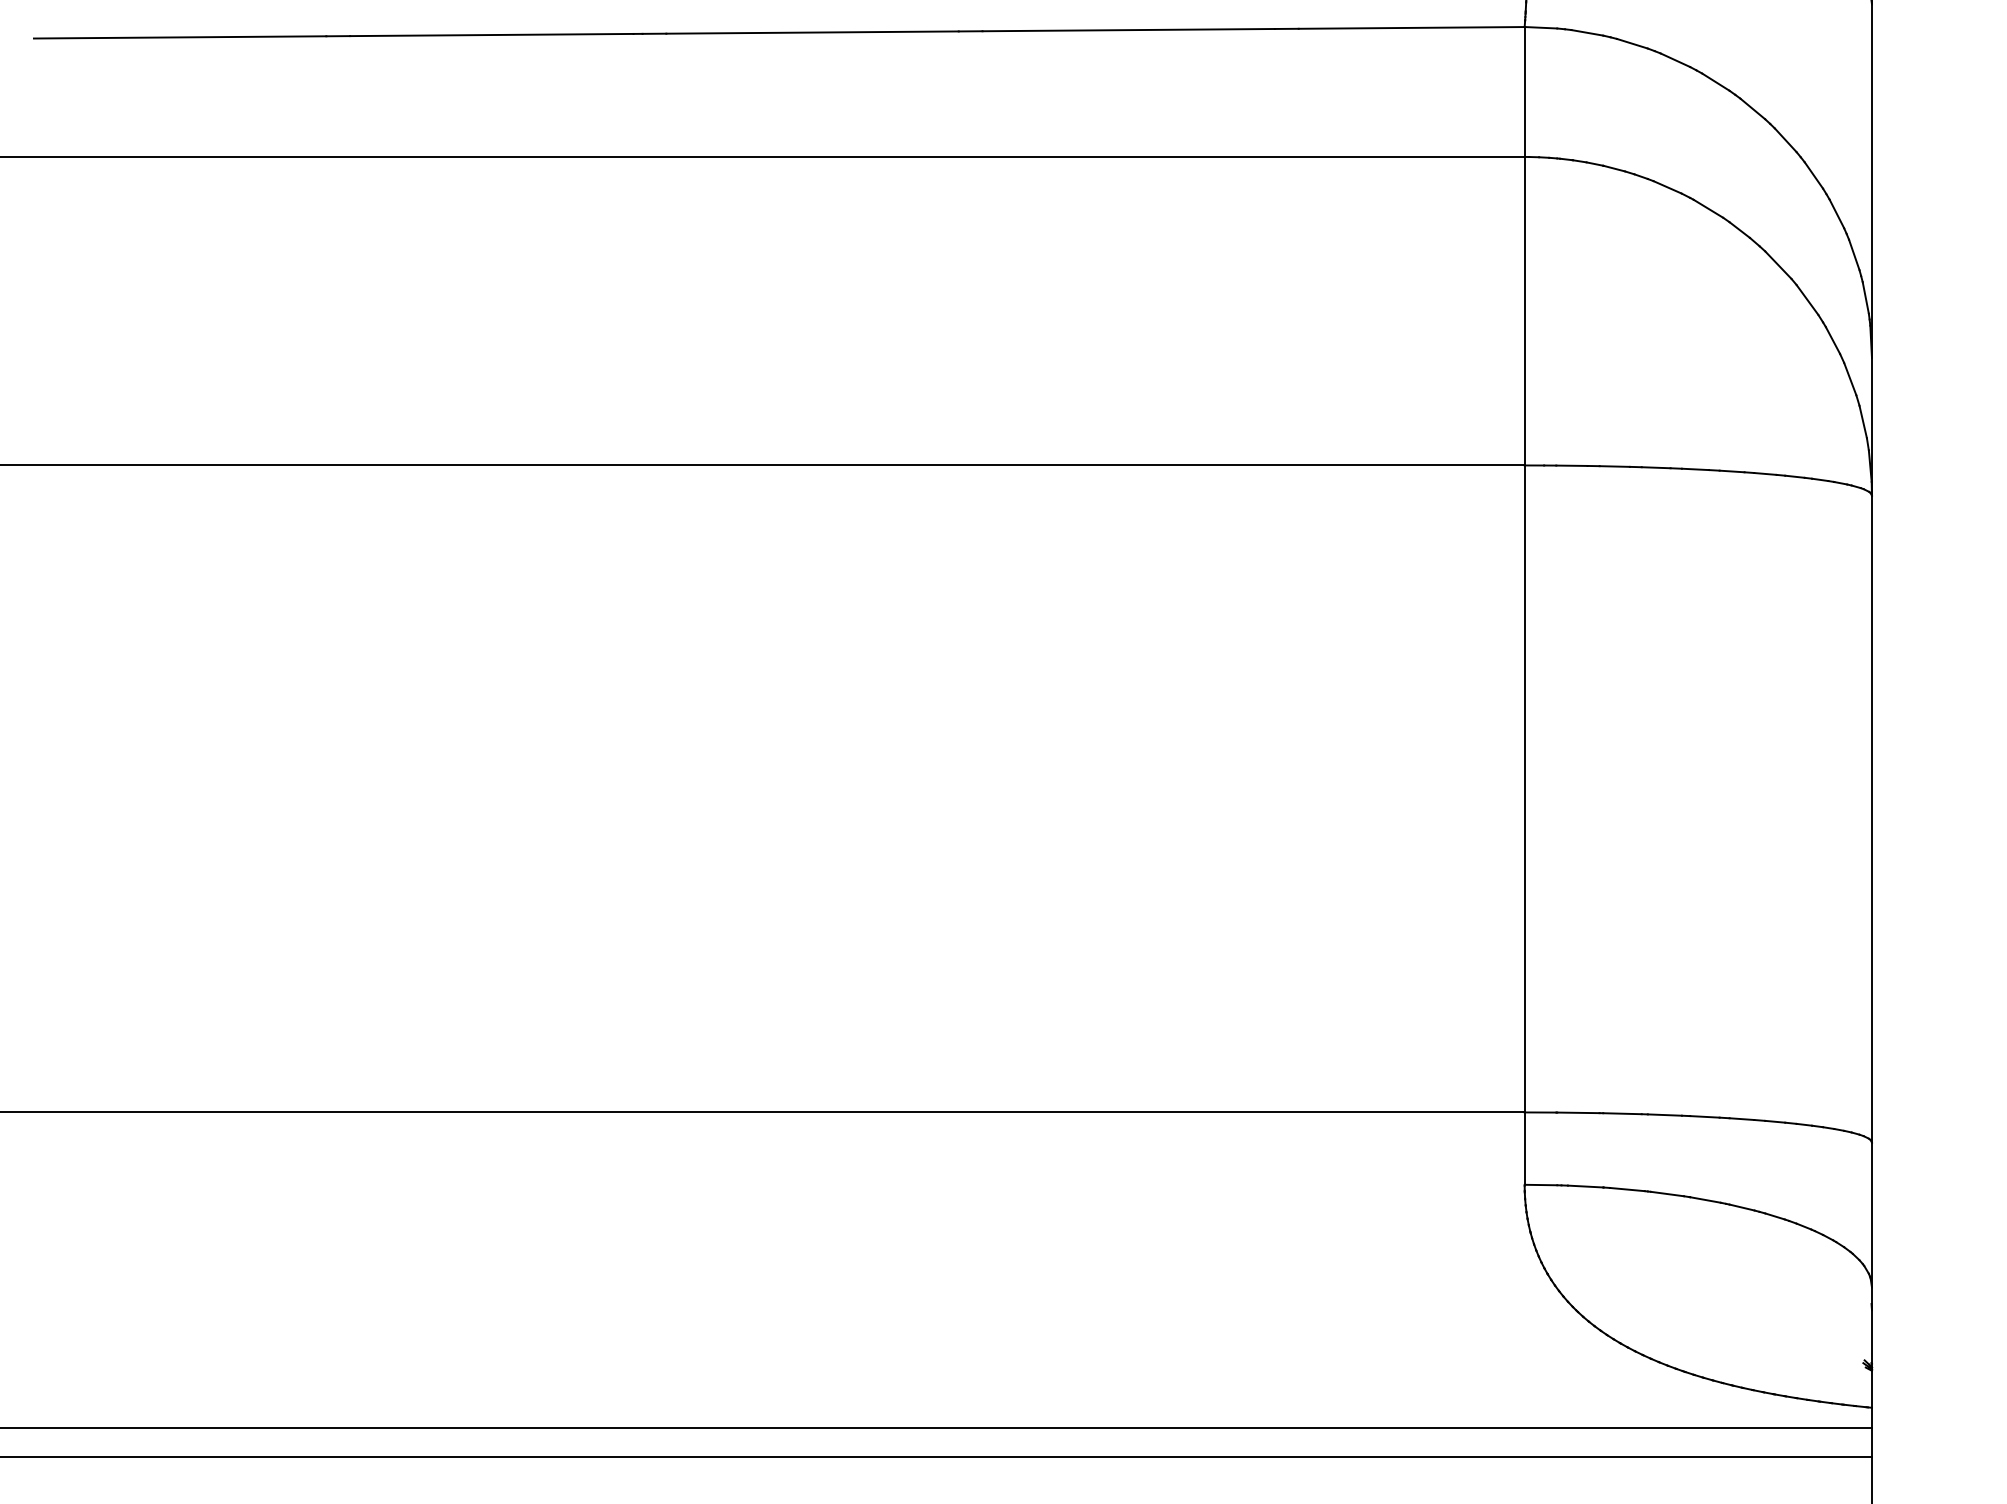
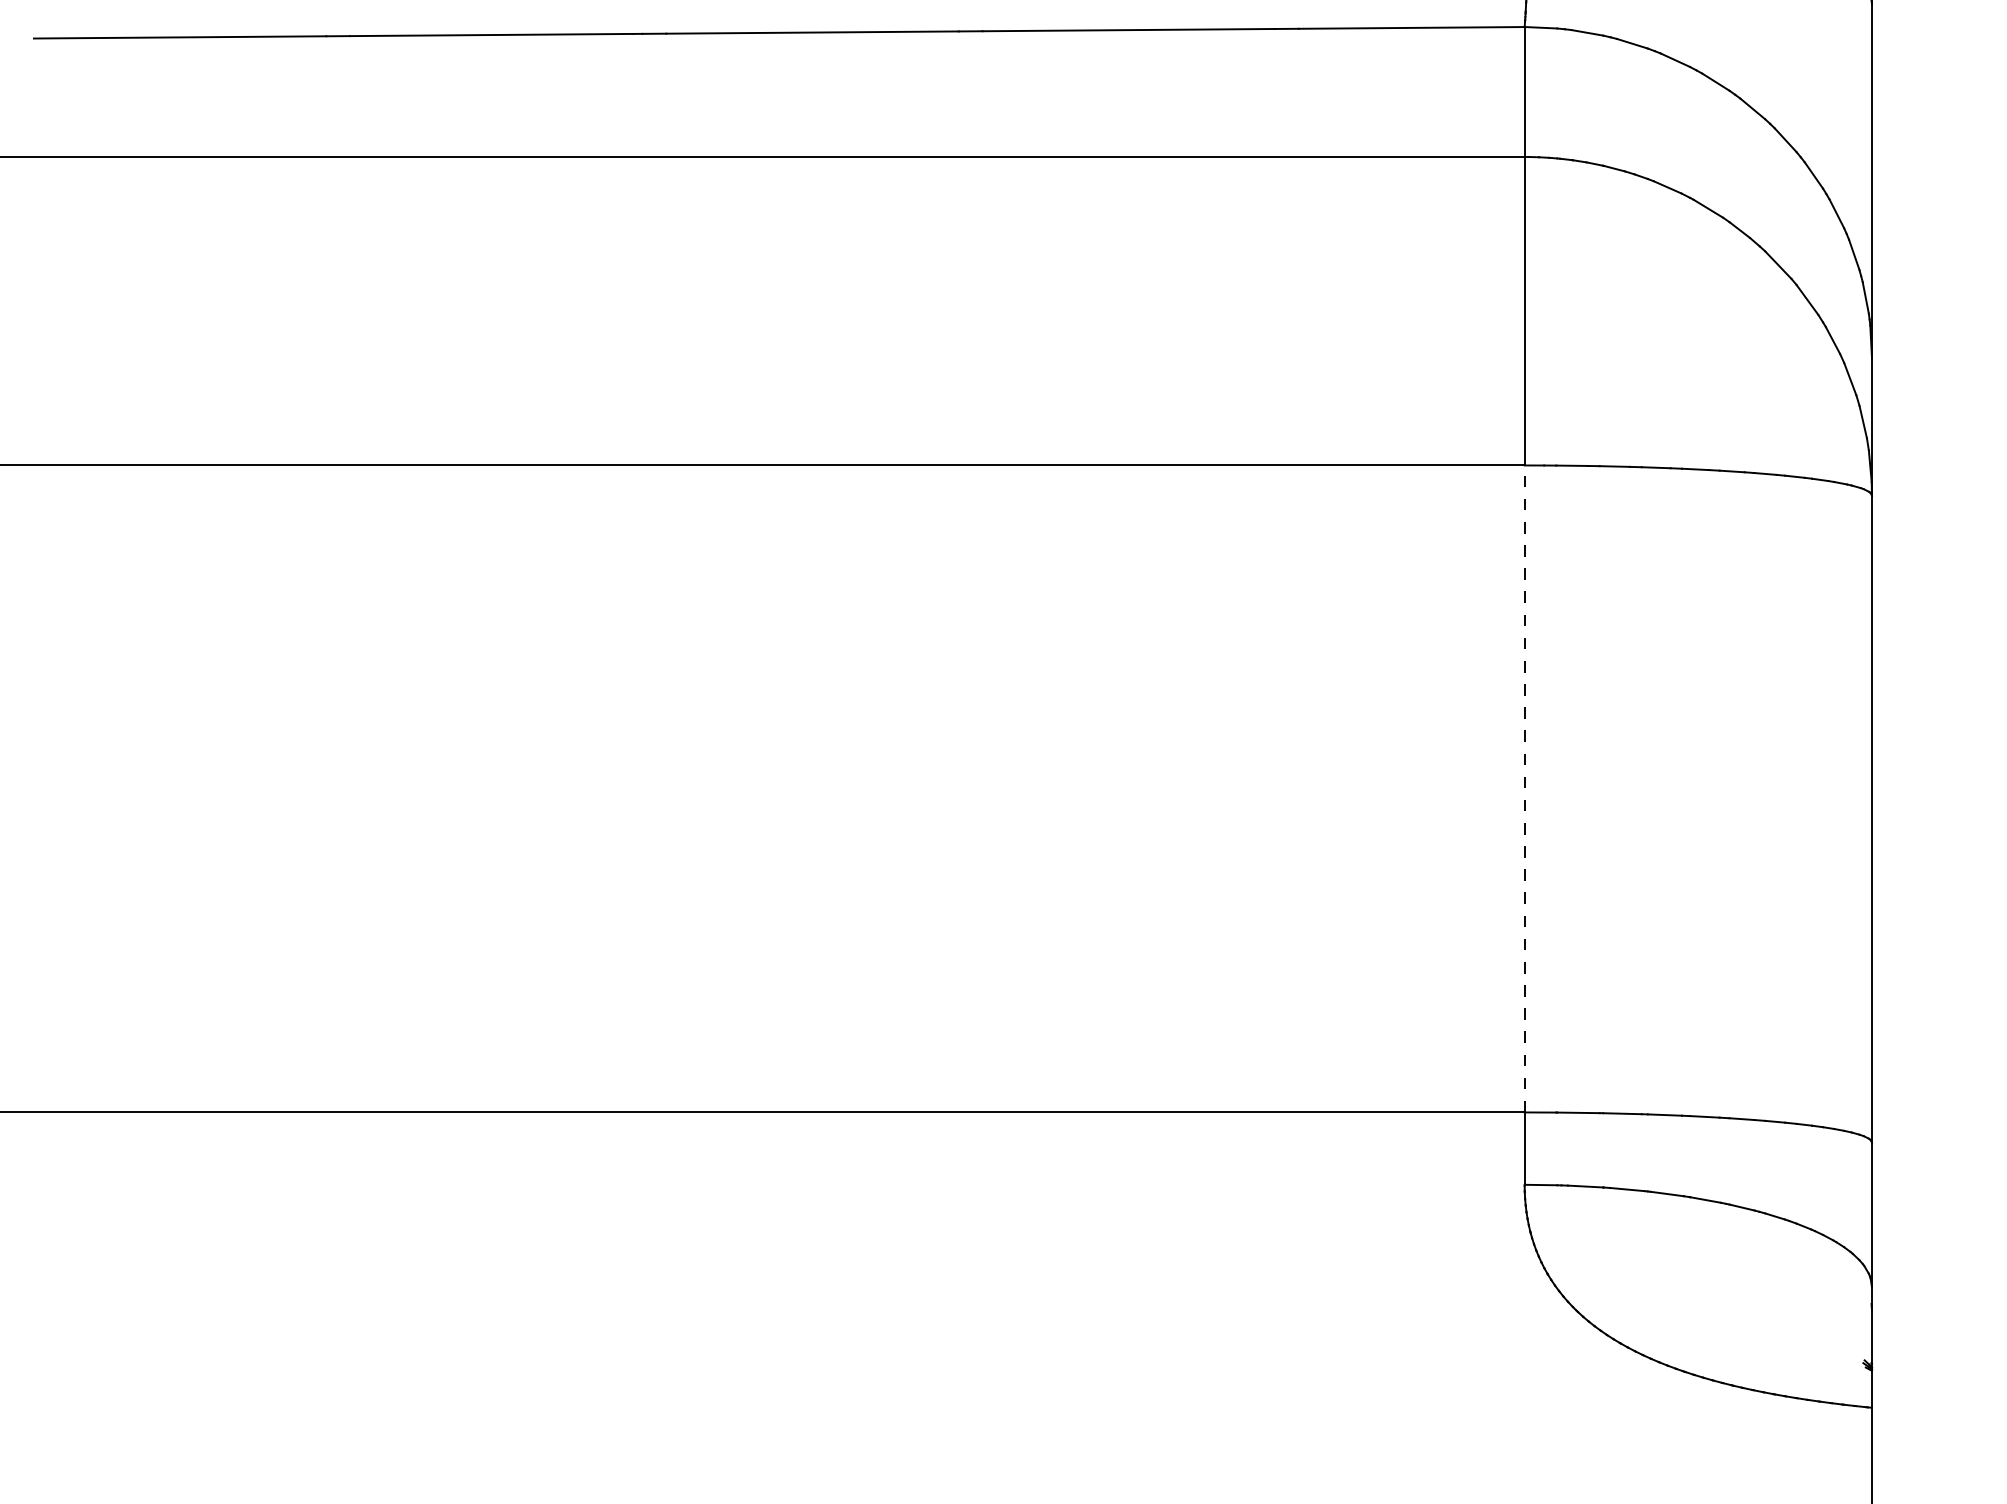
line at (1524, 788): solid -> dashed
line at (936, 1428): present -> none
line at (936, 1457): present -> none
